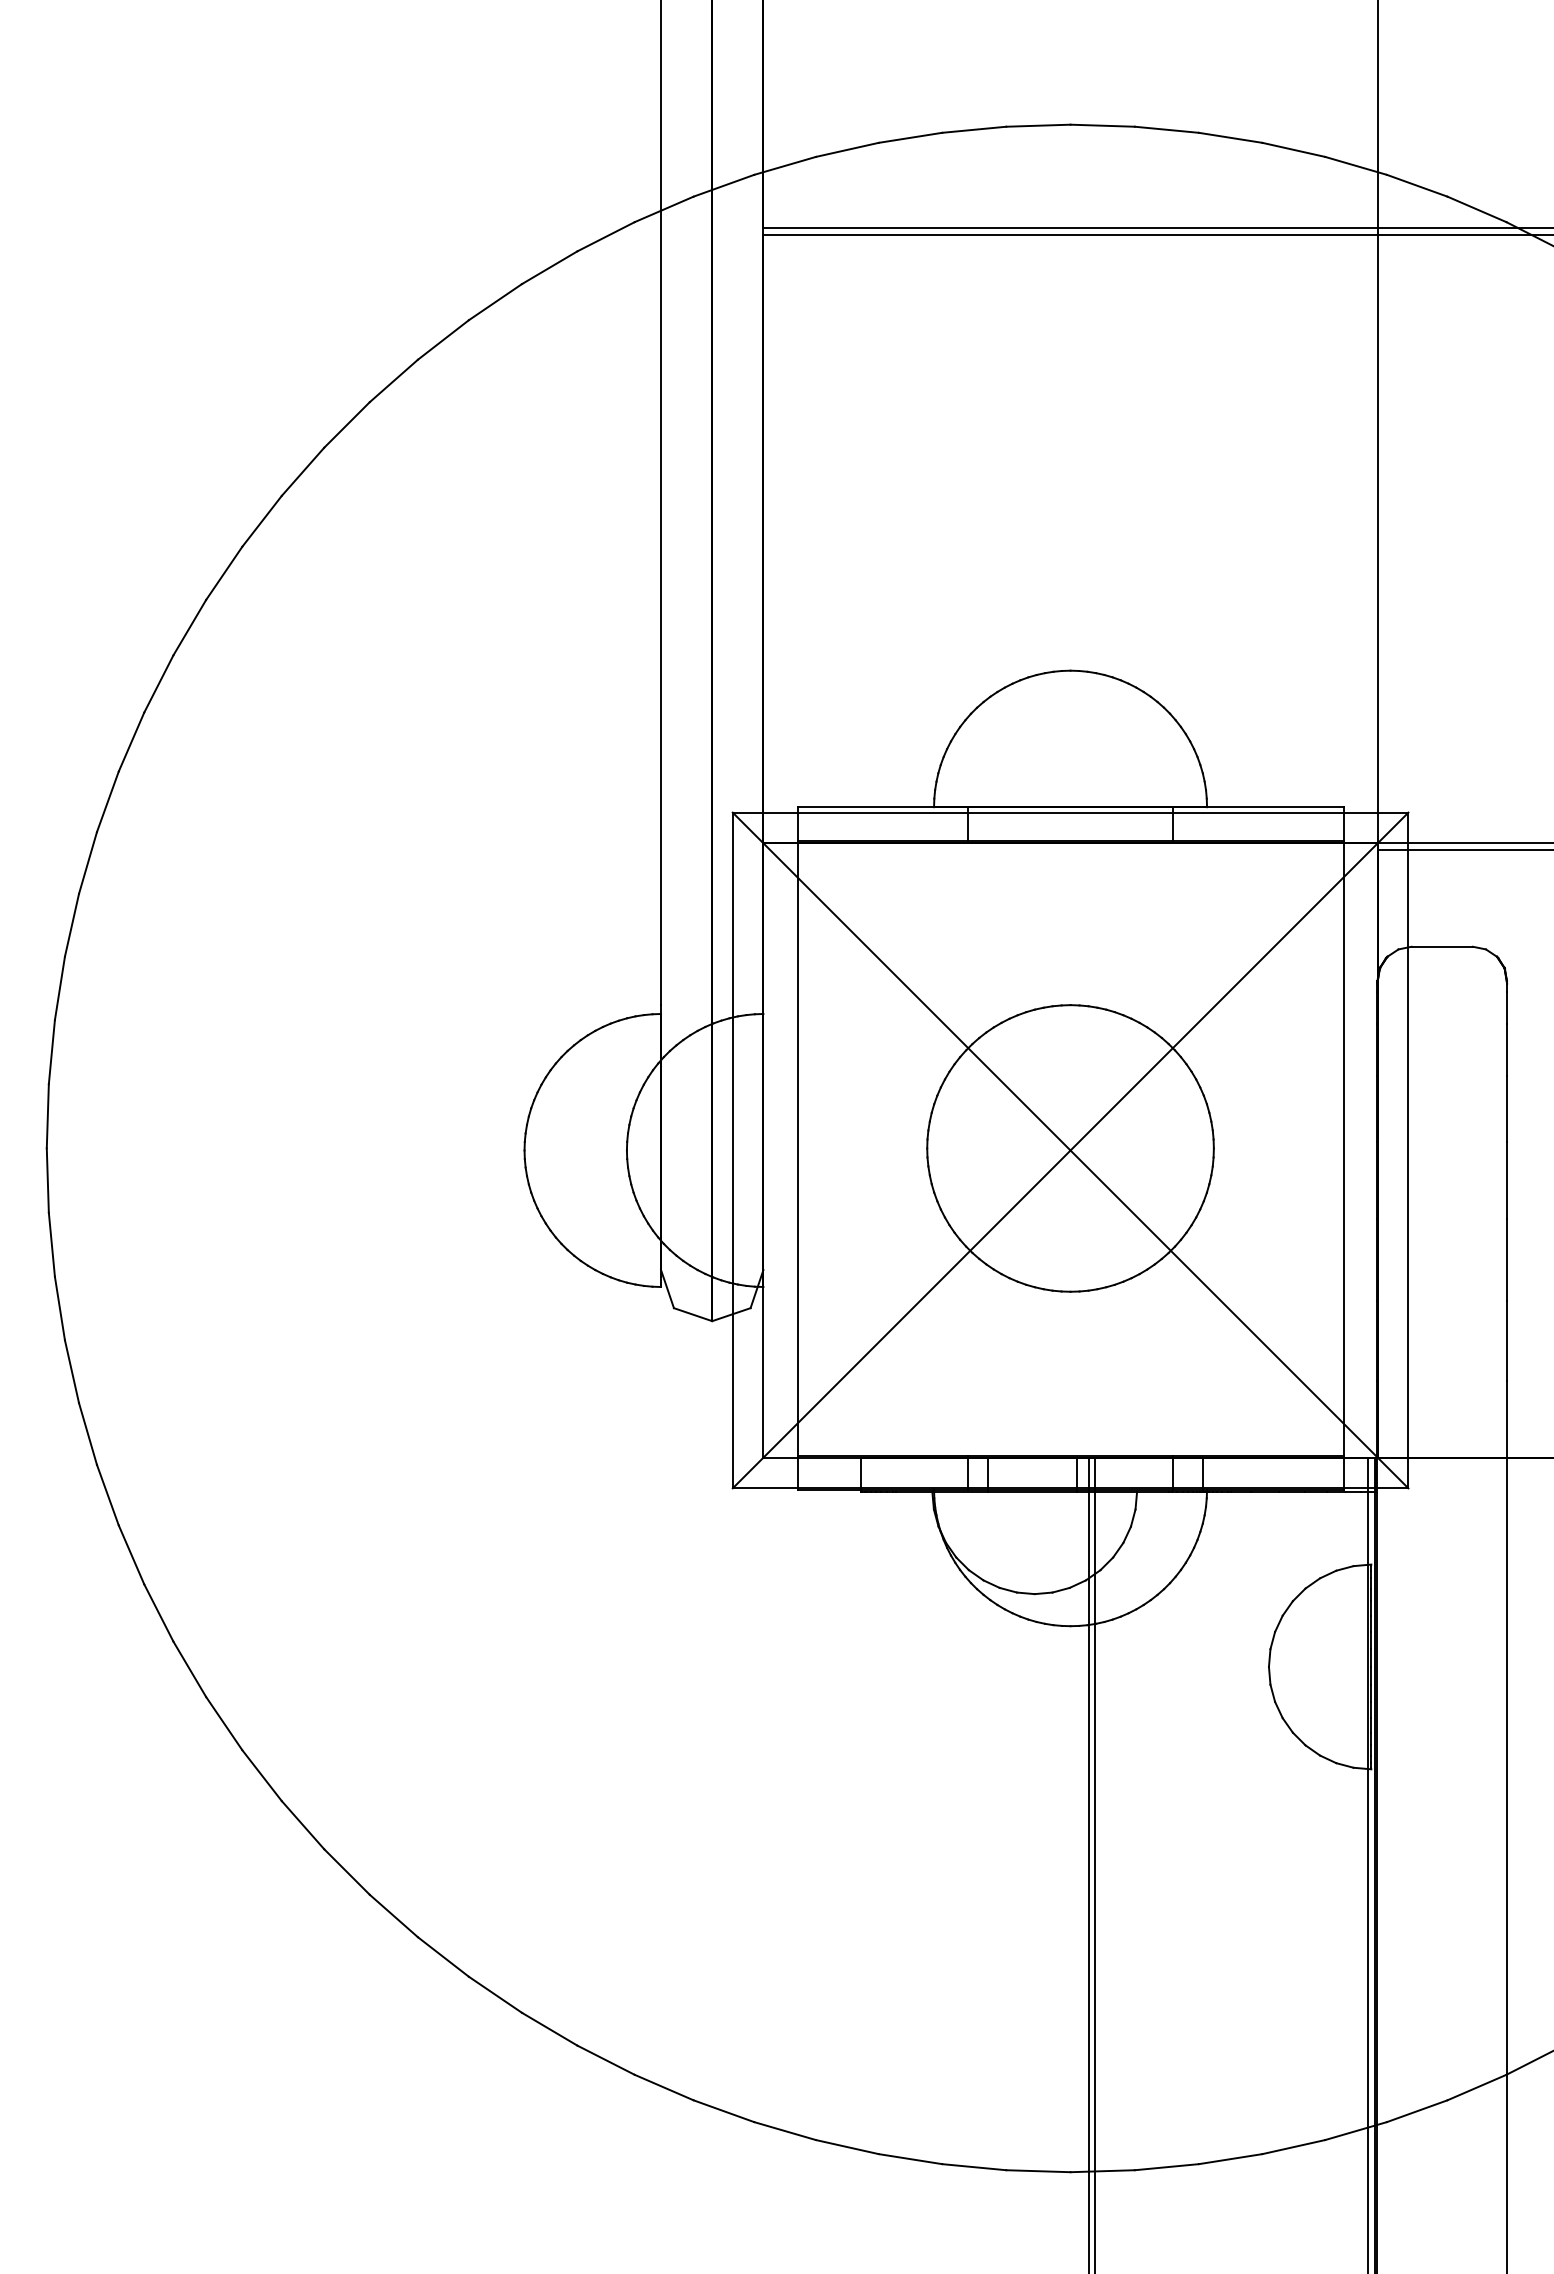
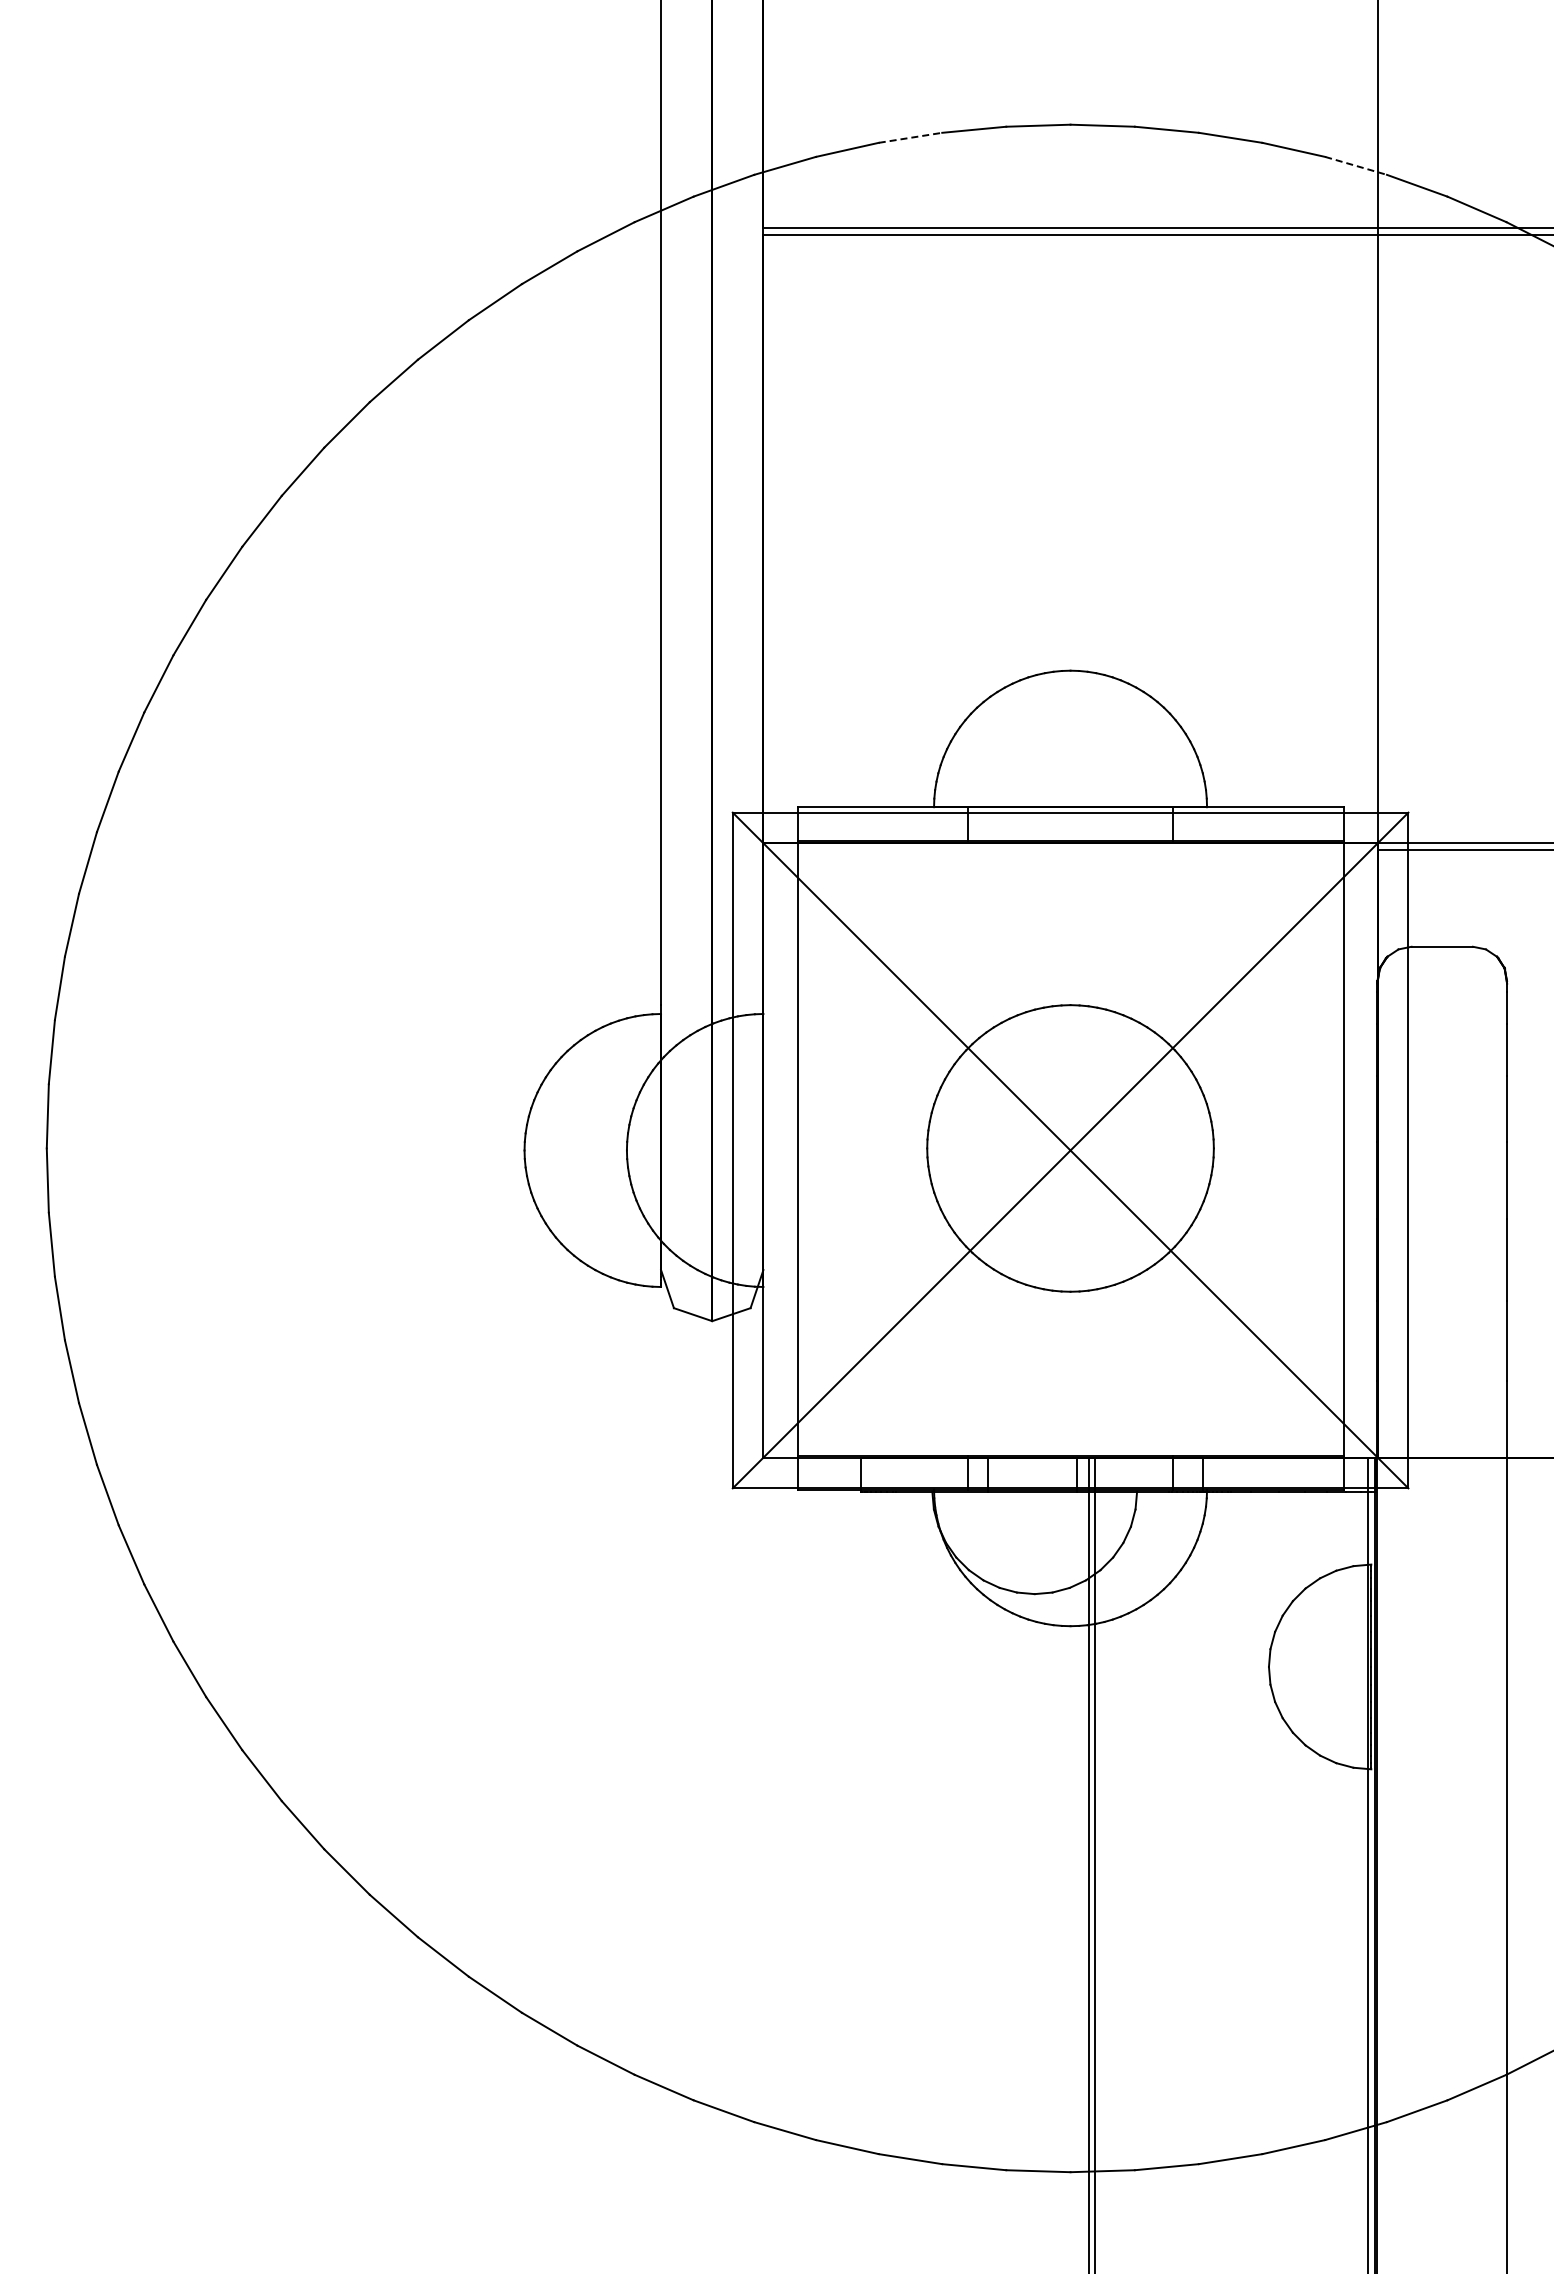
line at (910, 137): solid -> dashed
line at (1356, 166): solid -> dashed
